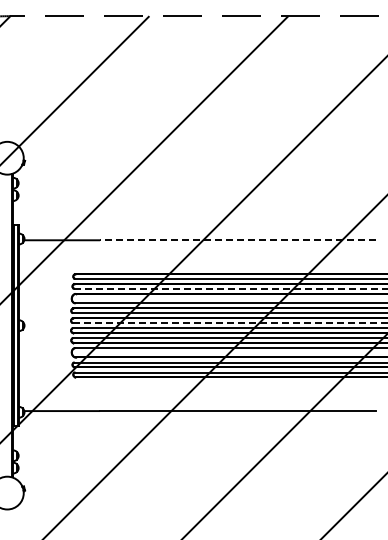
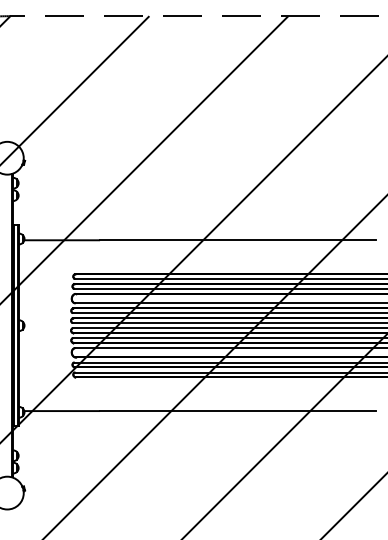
line at (237, 240): dashed -> solid
line at (230, 288): dashed -> solid
line at (230, 323): dashed -> solid
